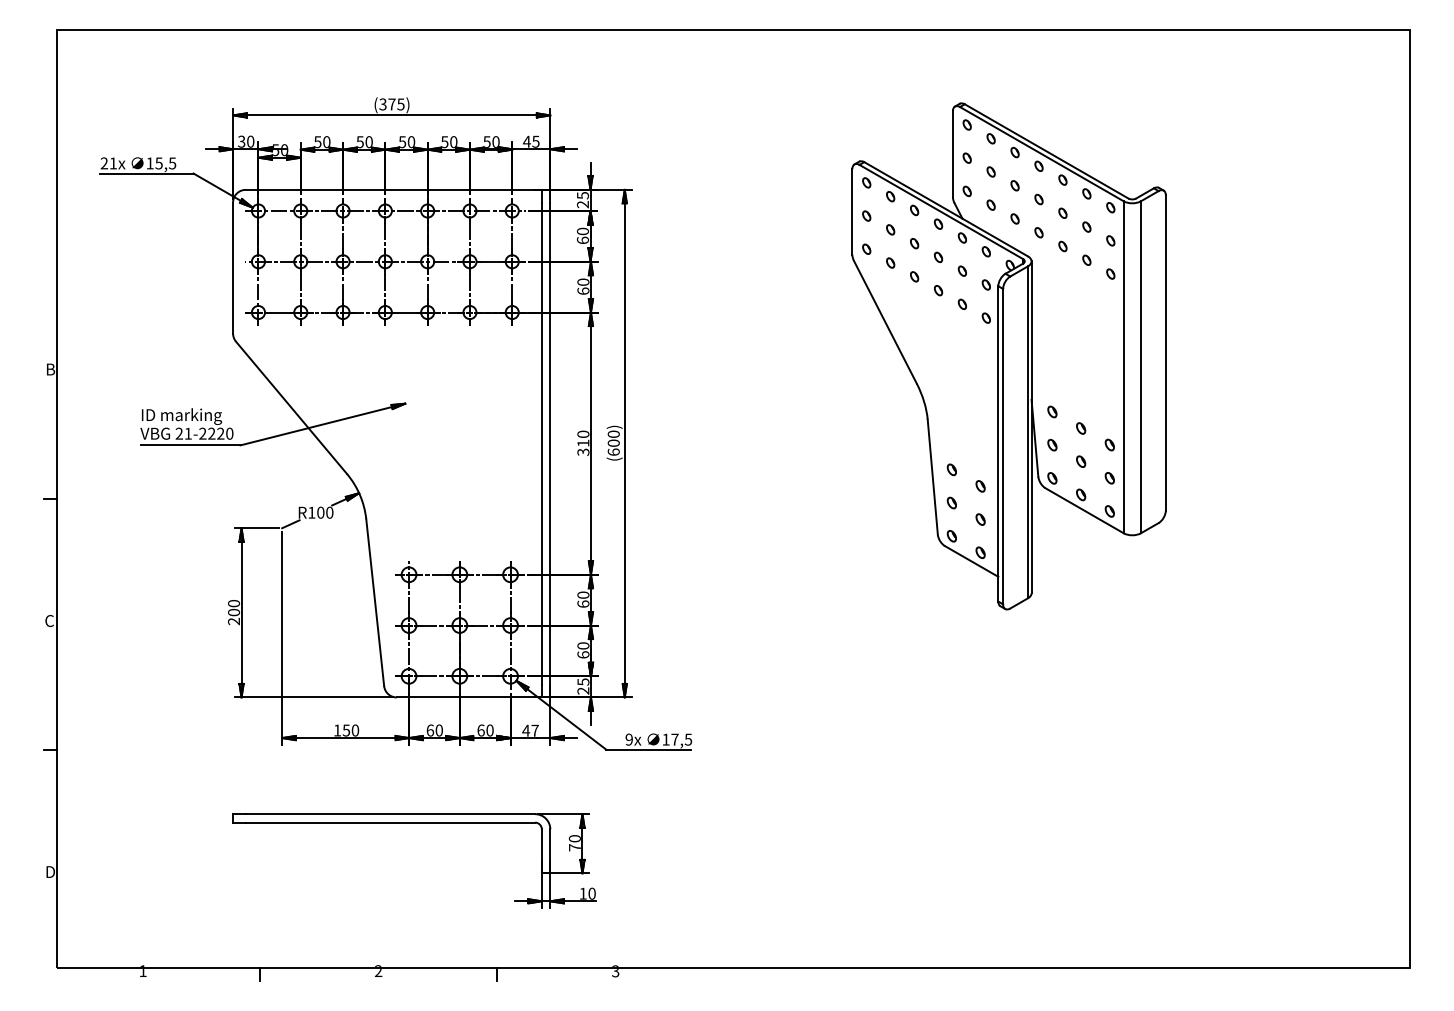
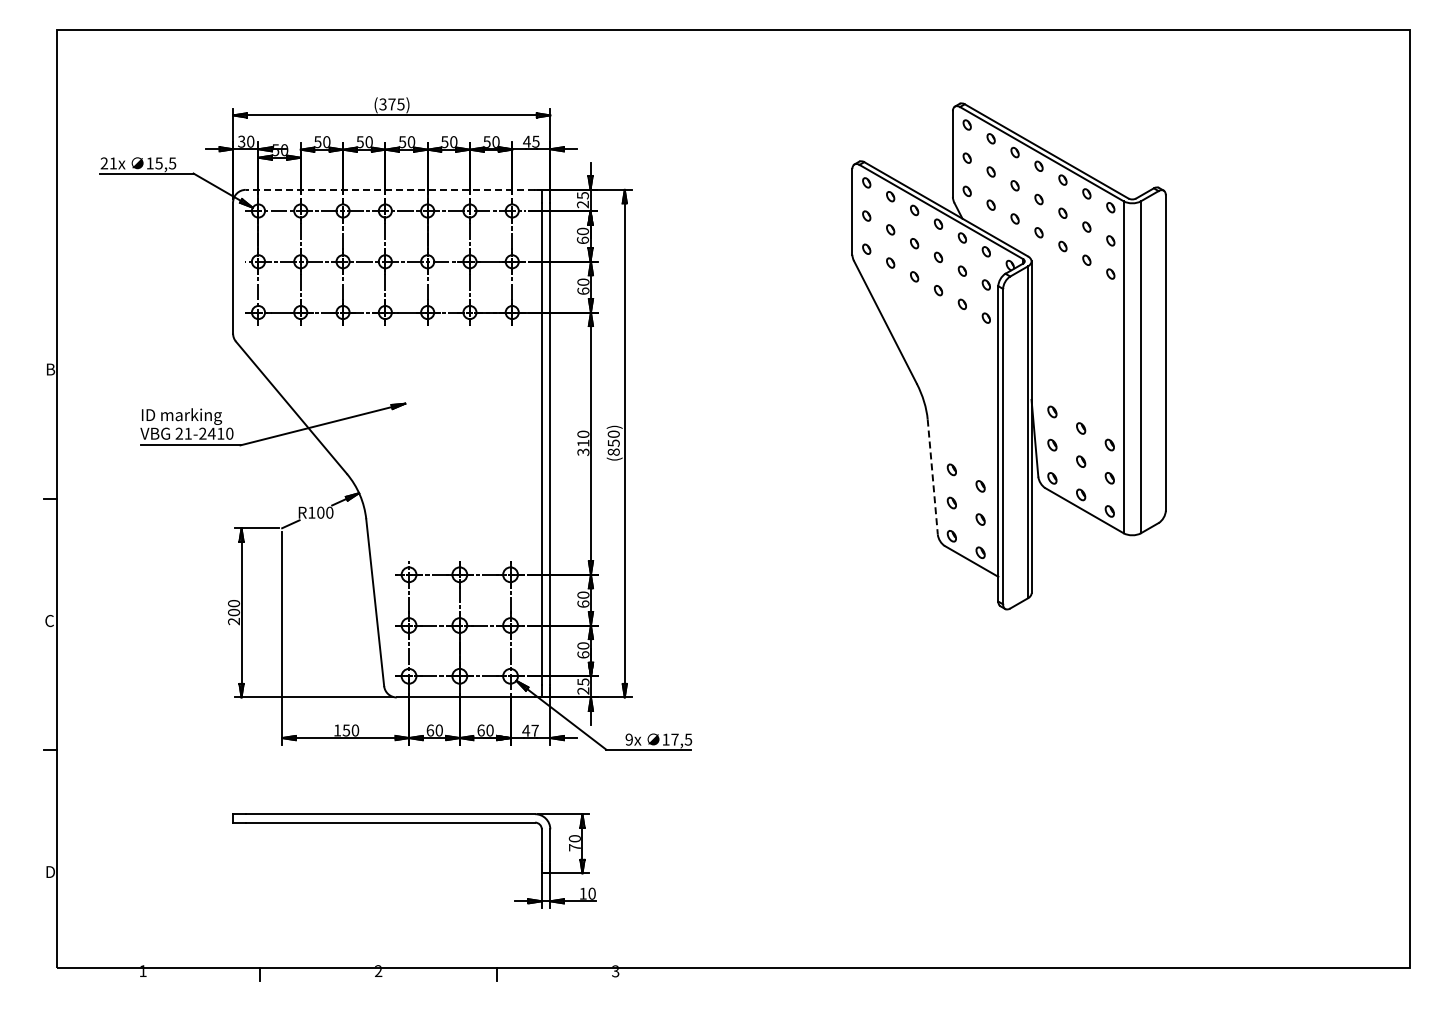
line at (390, 189): solid -> dashed
text at (215, 433): 21-2220 -> 21-2410
text at (613, 447): (600) -> (850)
line at (932, 477): solid -> dashed
